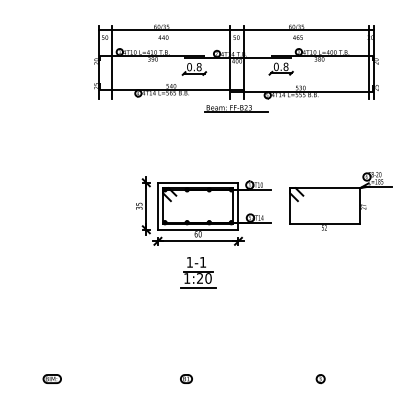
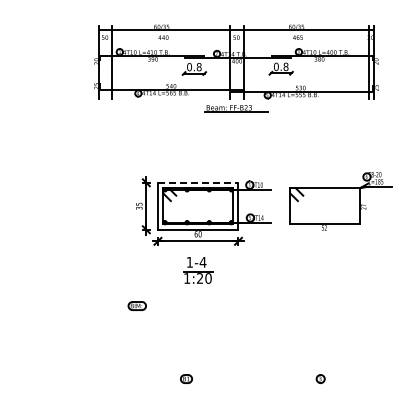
line at (198, 182): solid -> dashed
text at (202, 262): 1-1 -> 1-4
line at (197, 287): present -> none
part at (51, 378) position: (51, 378) -> (136, 305)
